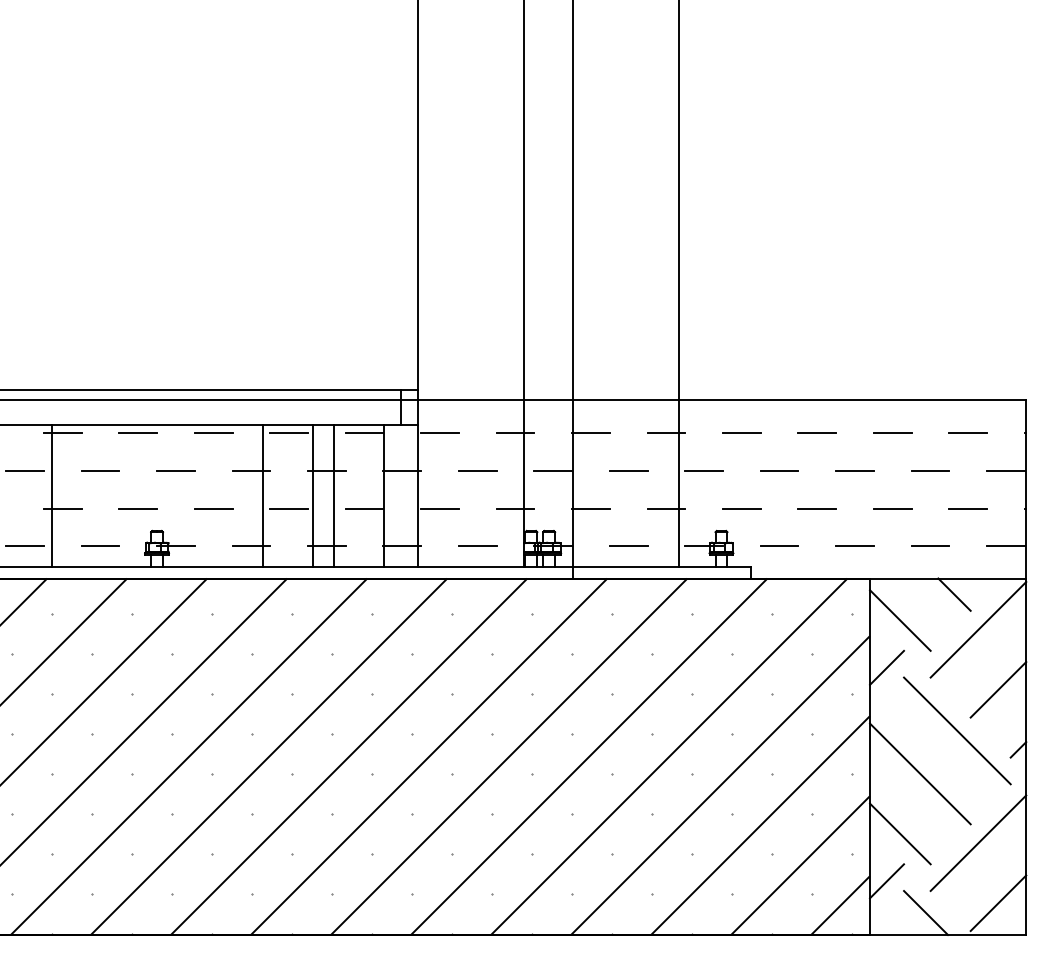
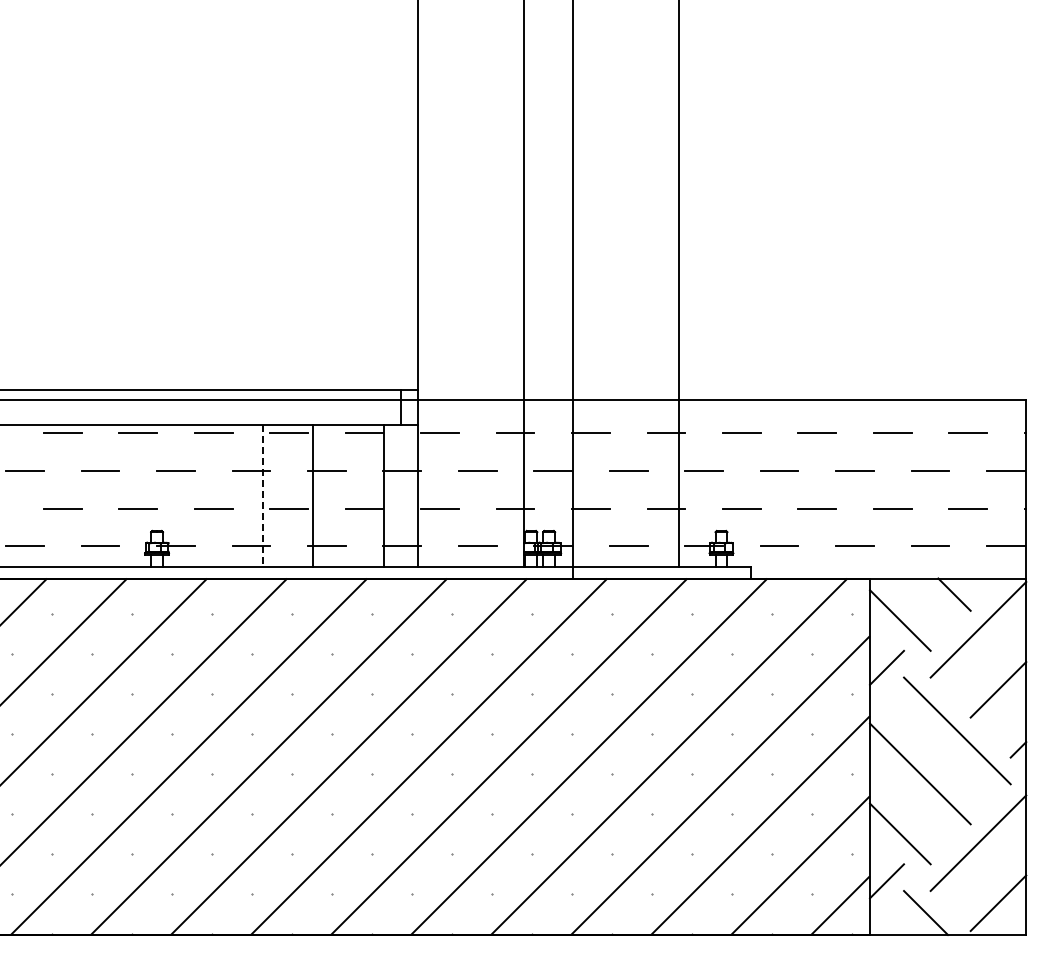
line at (51, 495): present -> none
line at (262, 495): solid -> dashed
line at (333, 495): present -> none
